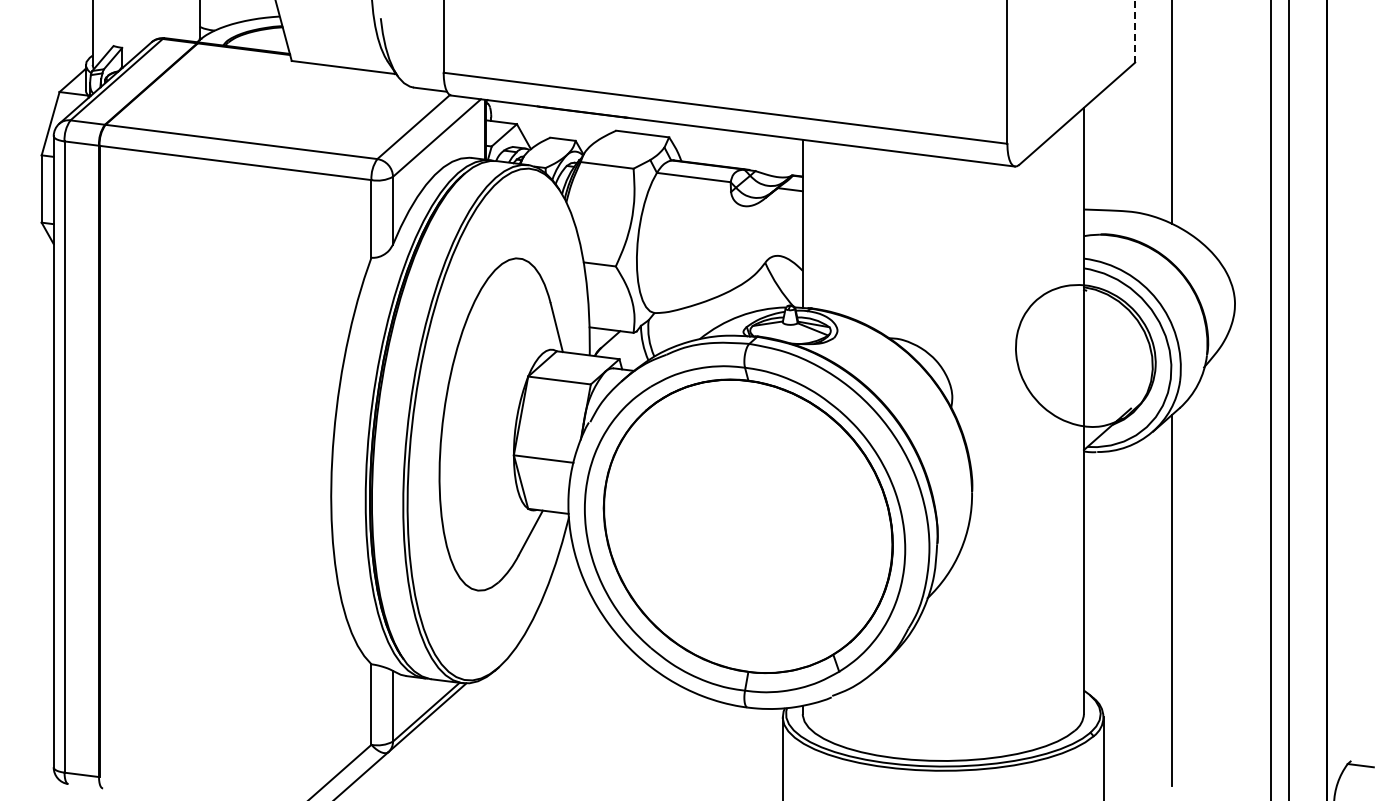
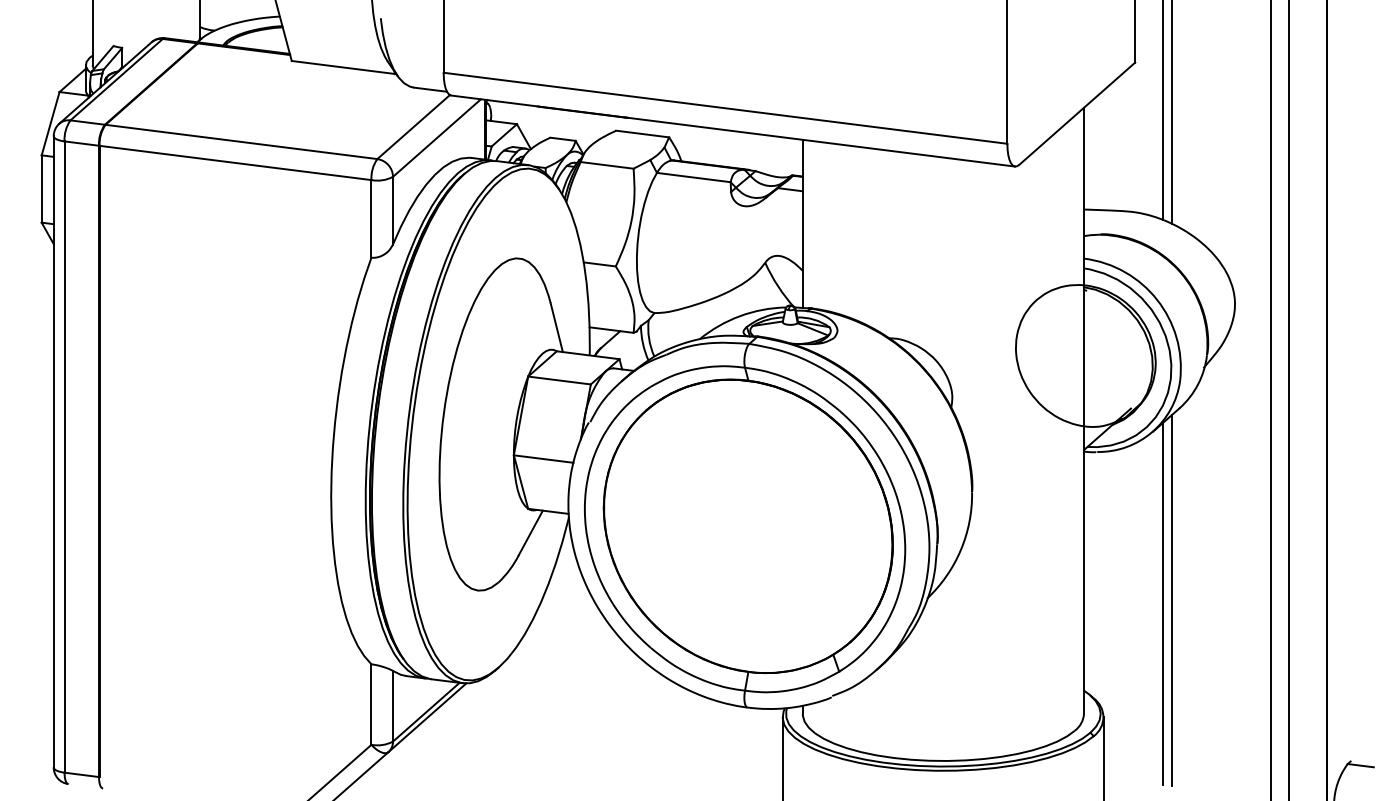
line at (1135, 31): dashed -> solid
line at (1162, 110): none -> present
line at (1162, 603): none -> present
